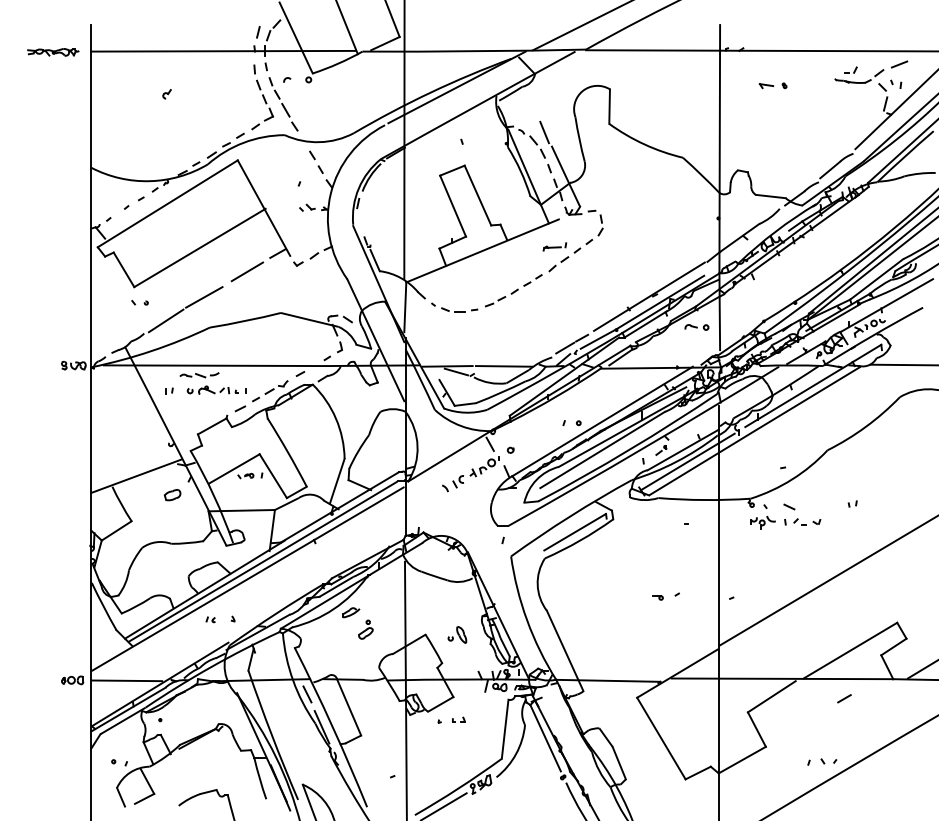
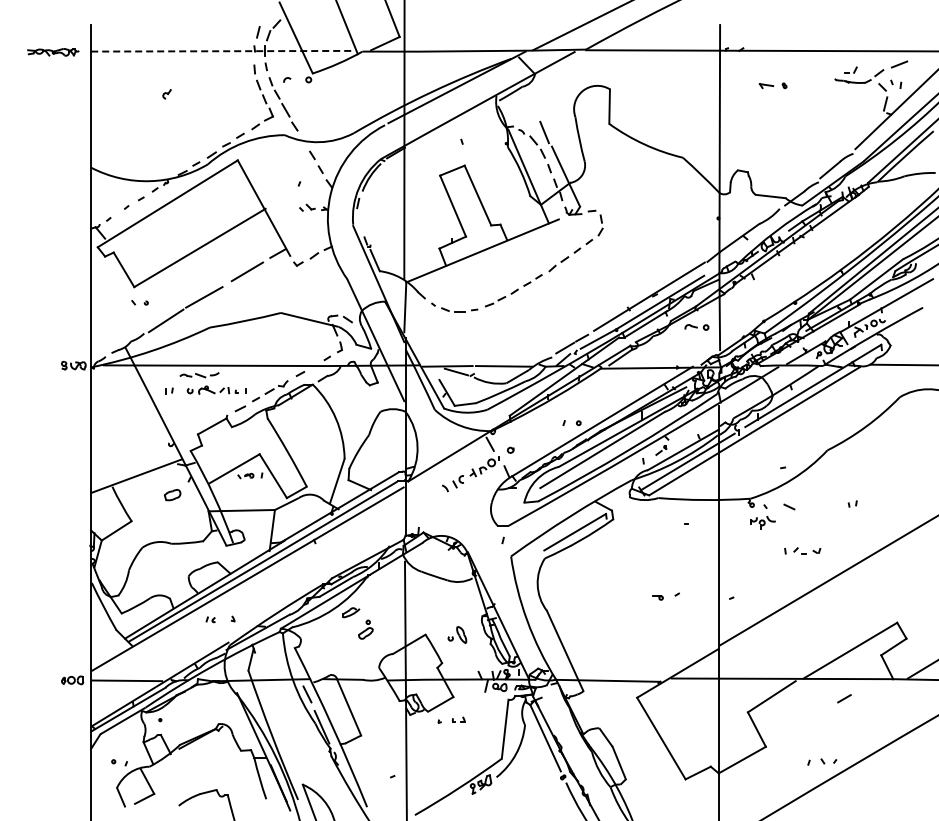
line at (223, 51): solid -> dashed
part at (554, 246): present -> none
part at (802, 521) position: (802, 521) -> (802, 550)
line at (445, 805): present -> none
